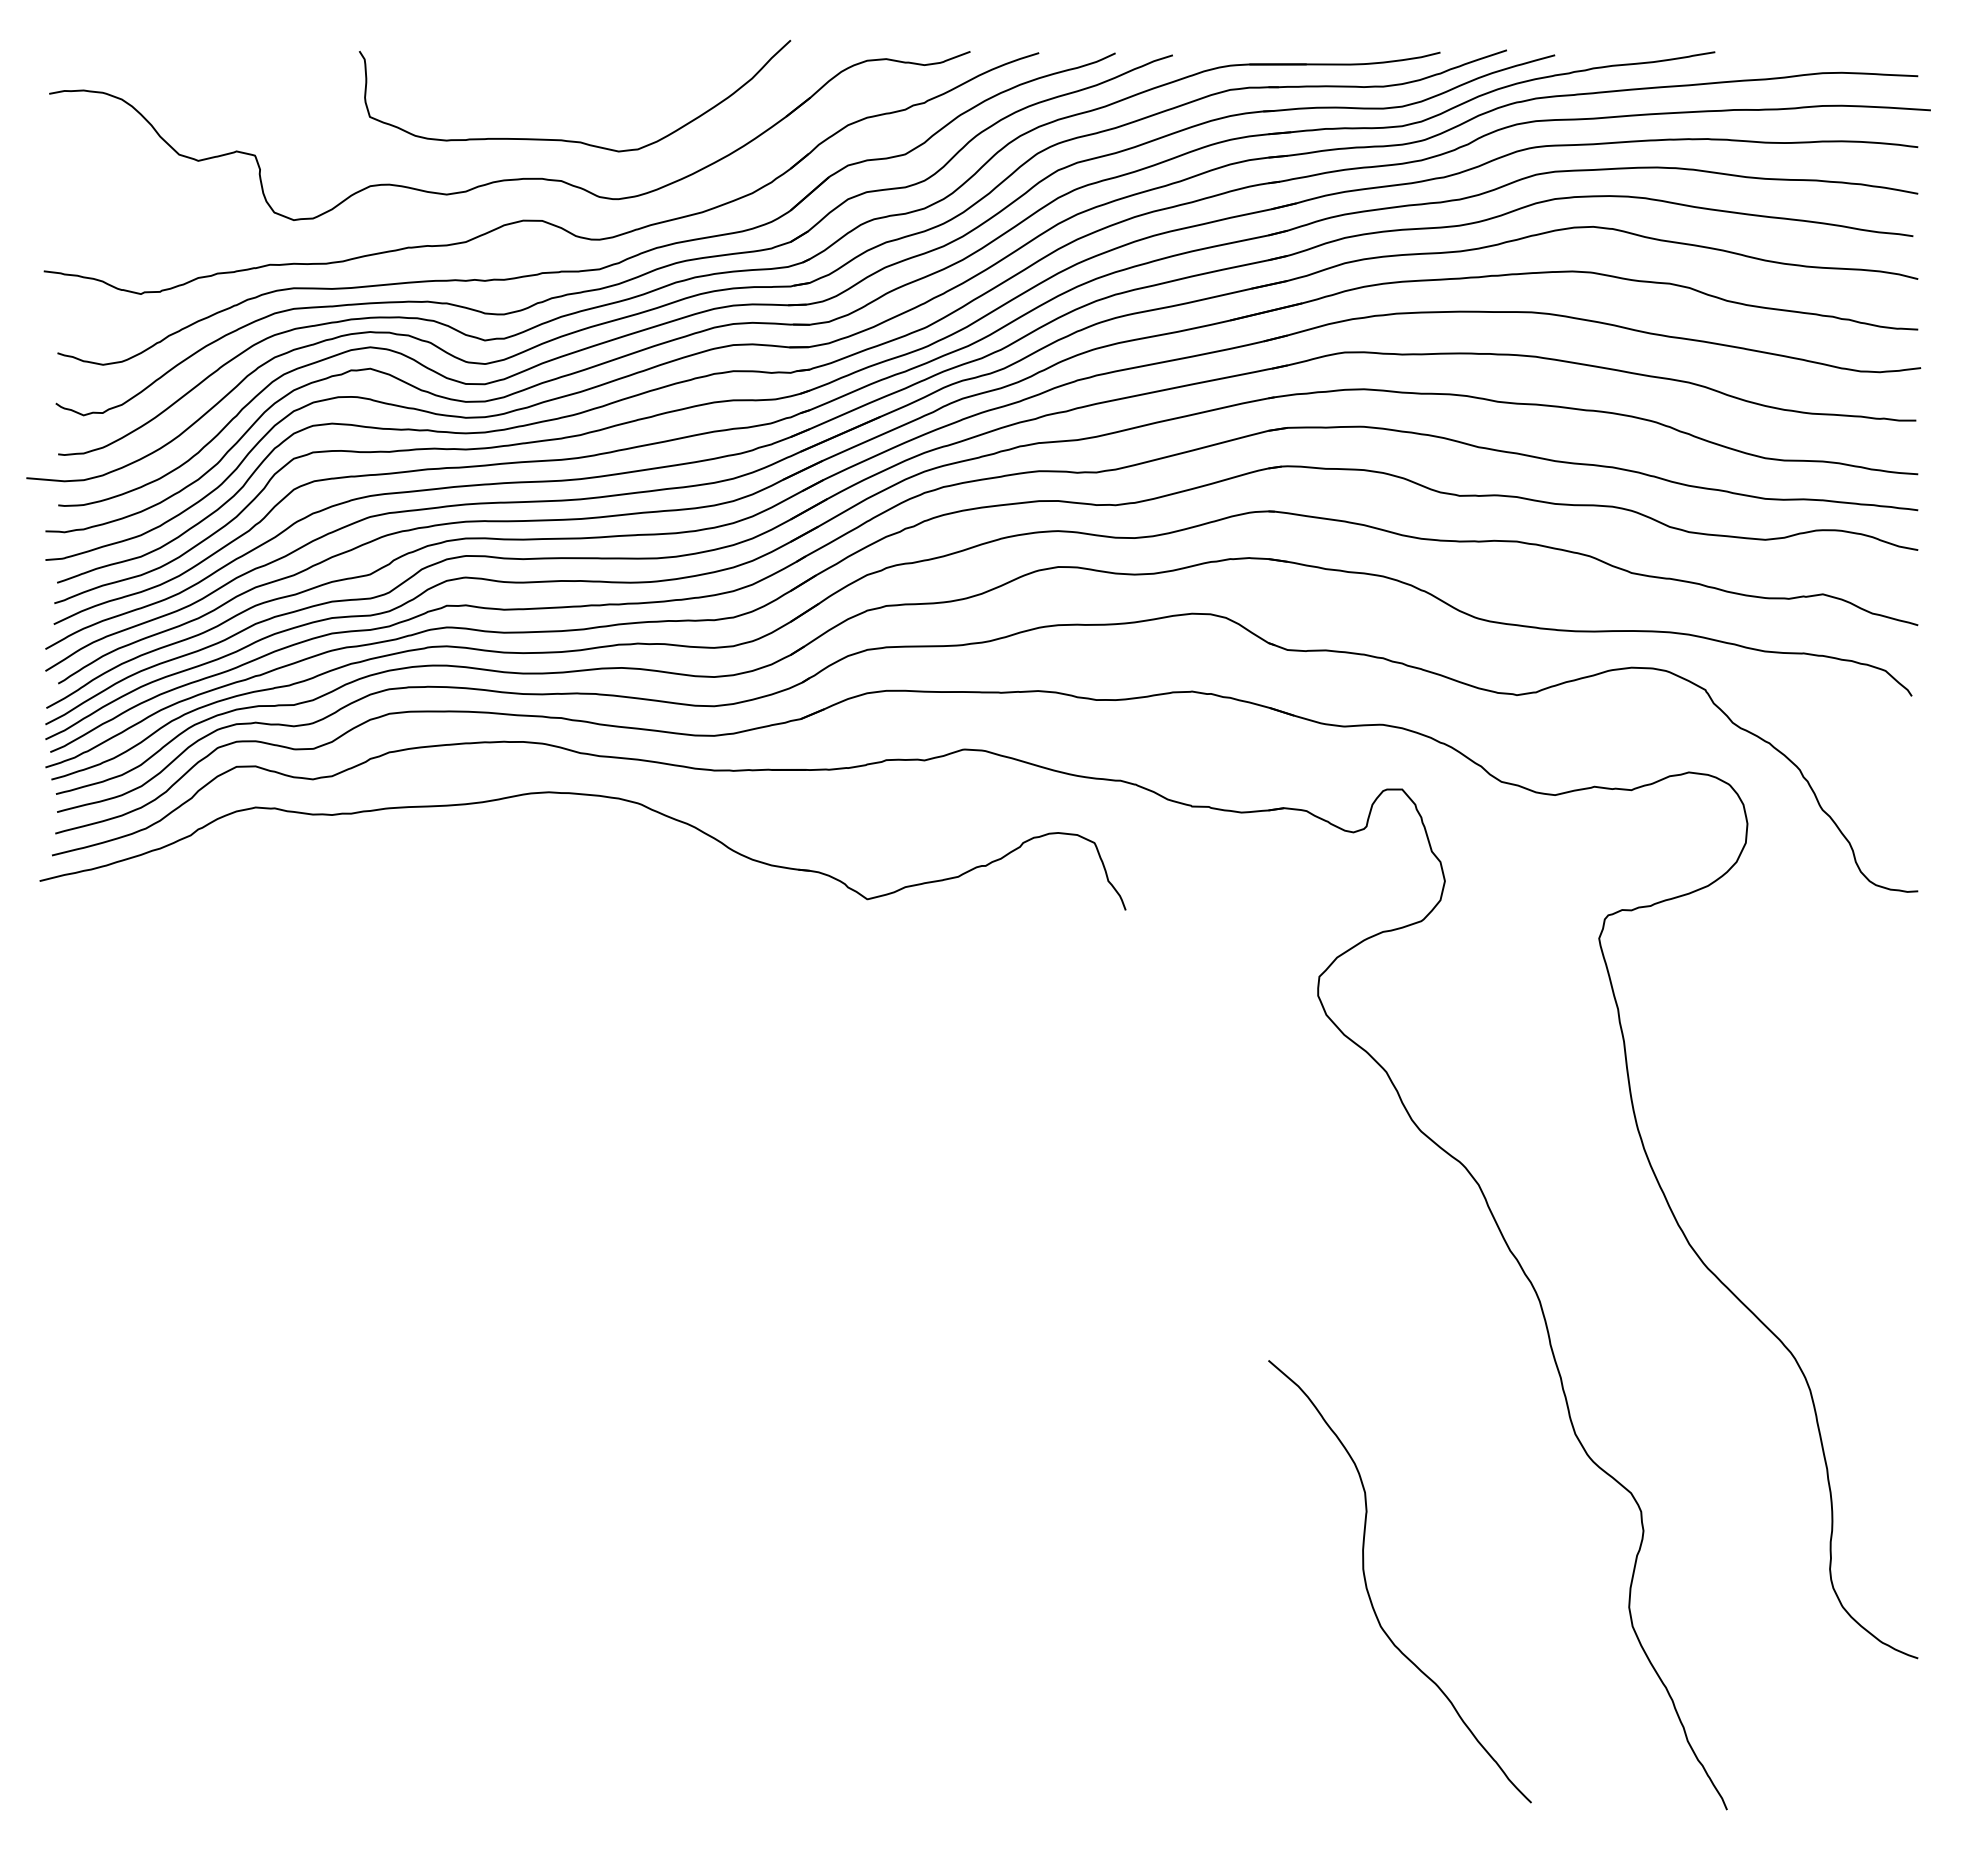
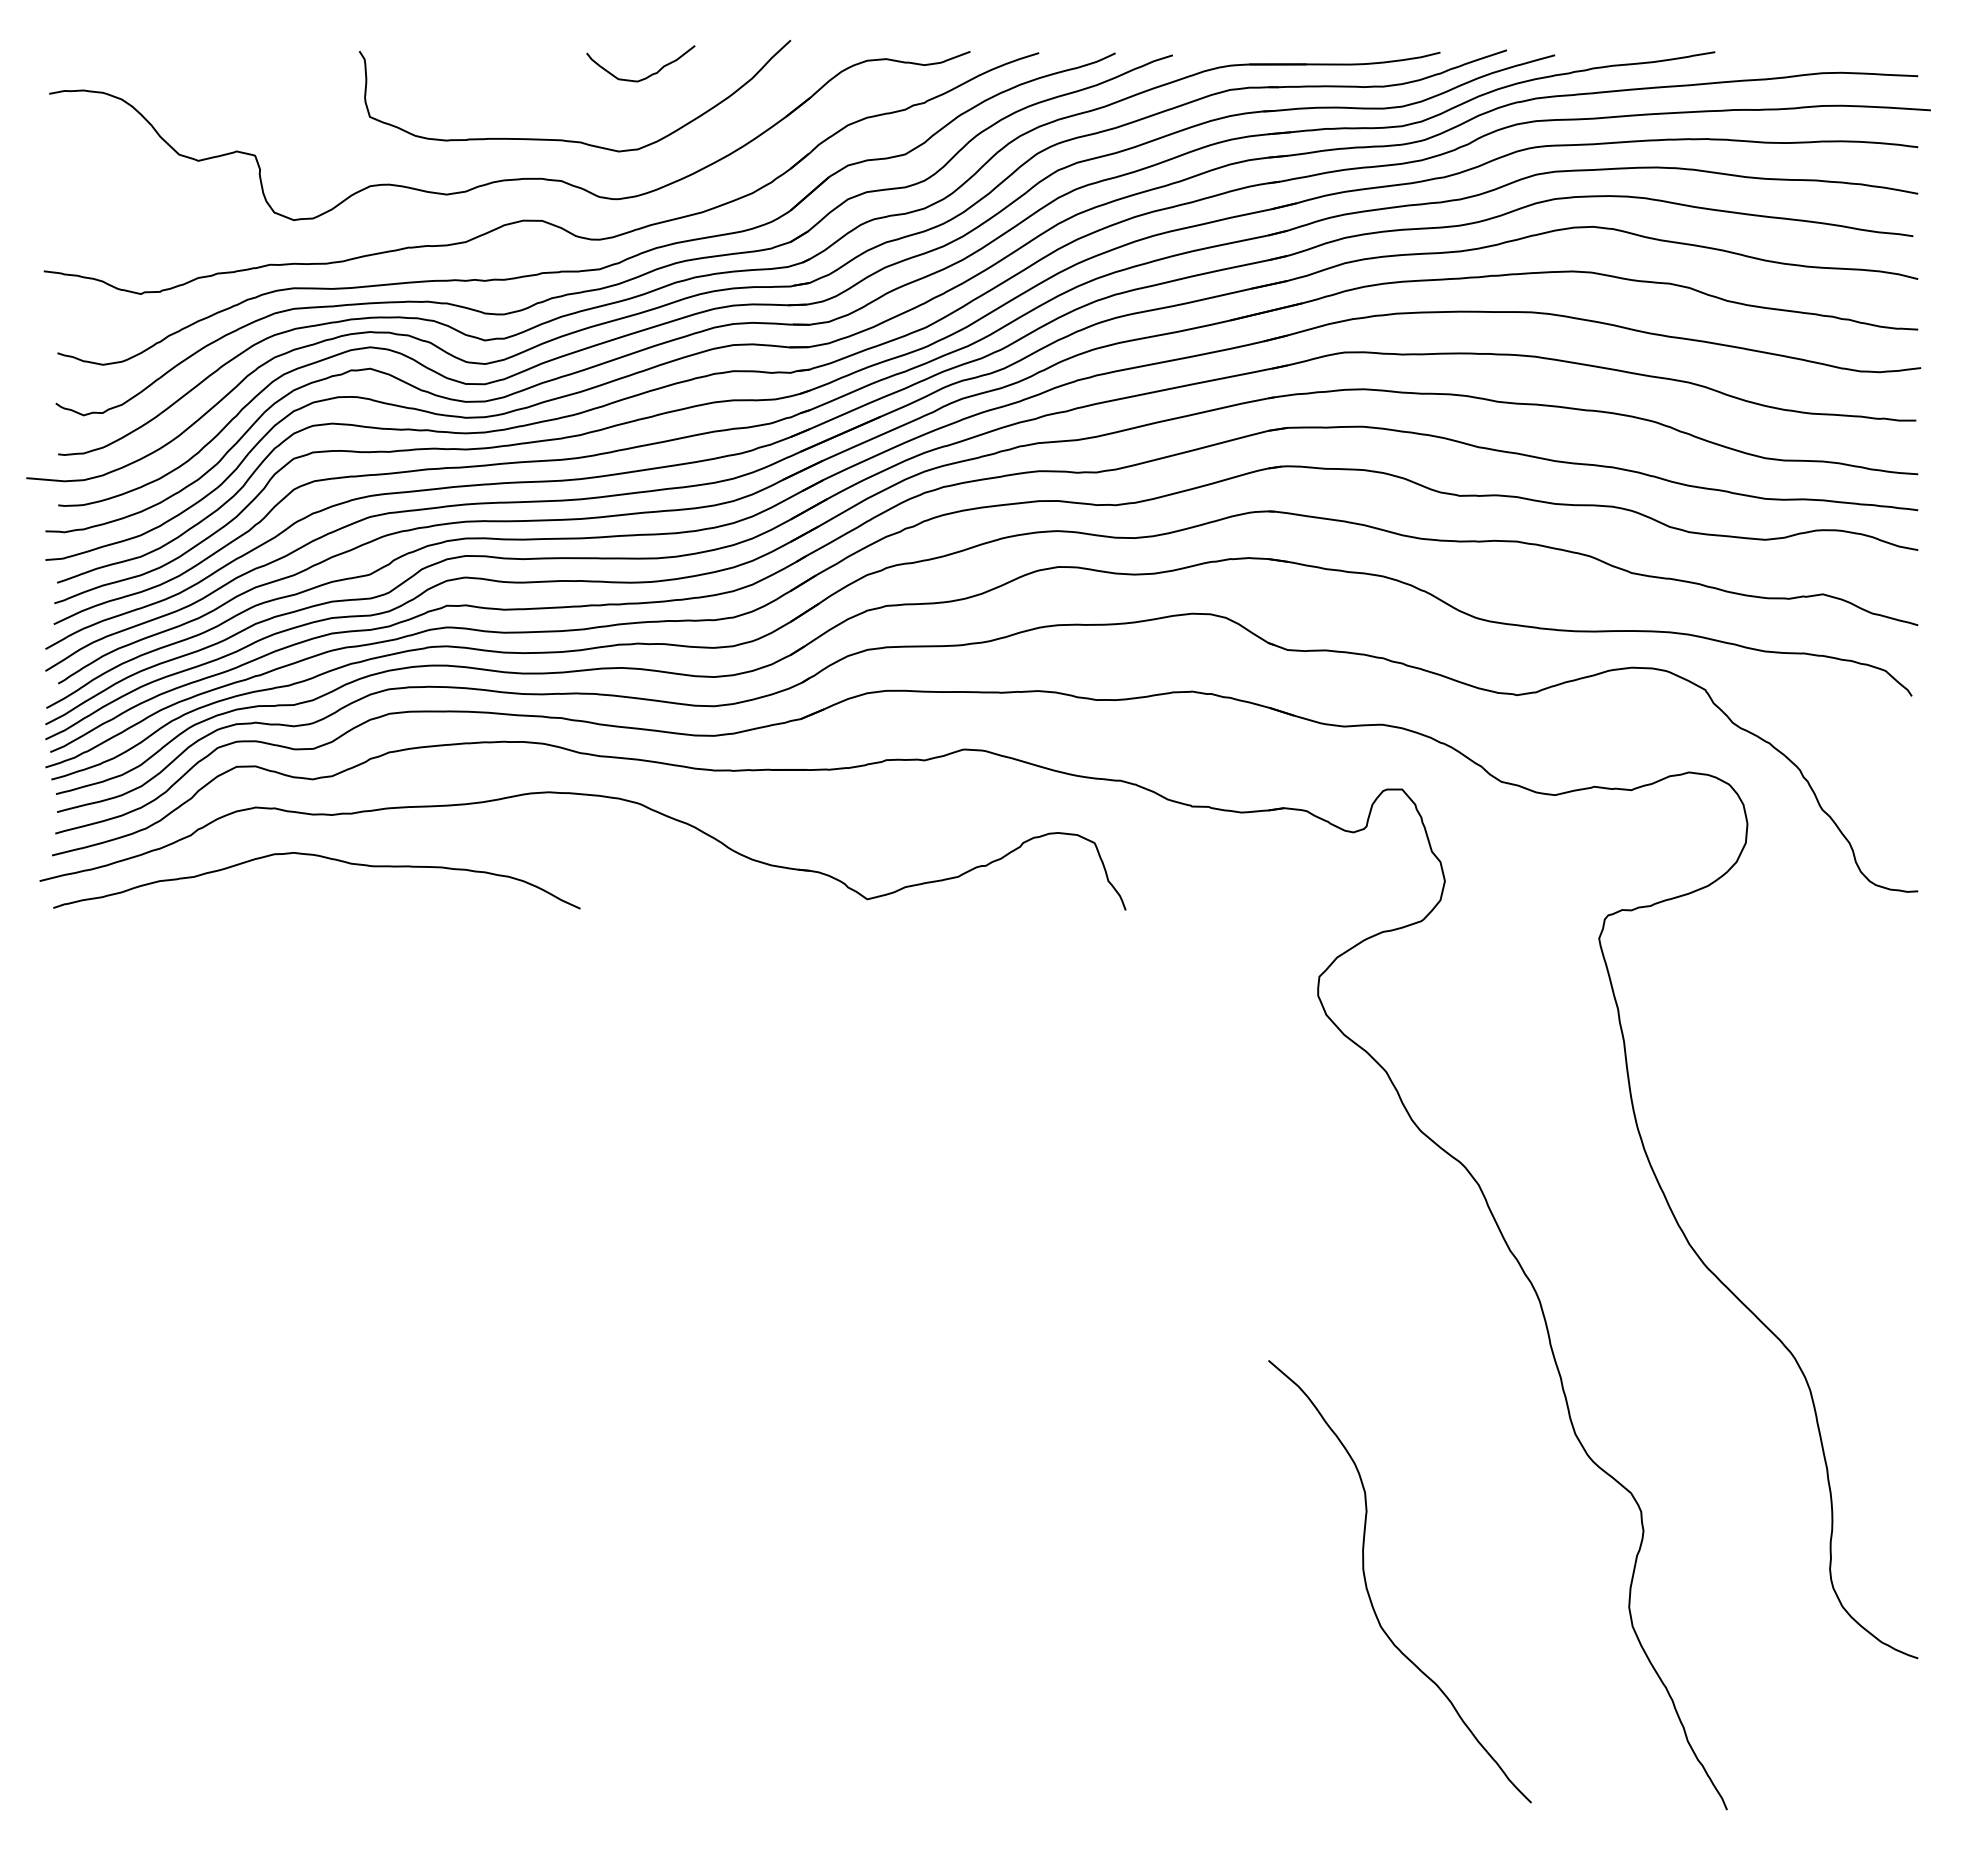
curve at (648, 75): none -> present
curve at (320, 857): none -> present
